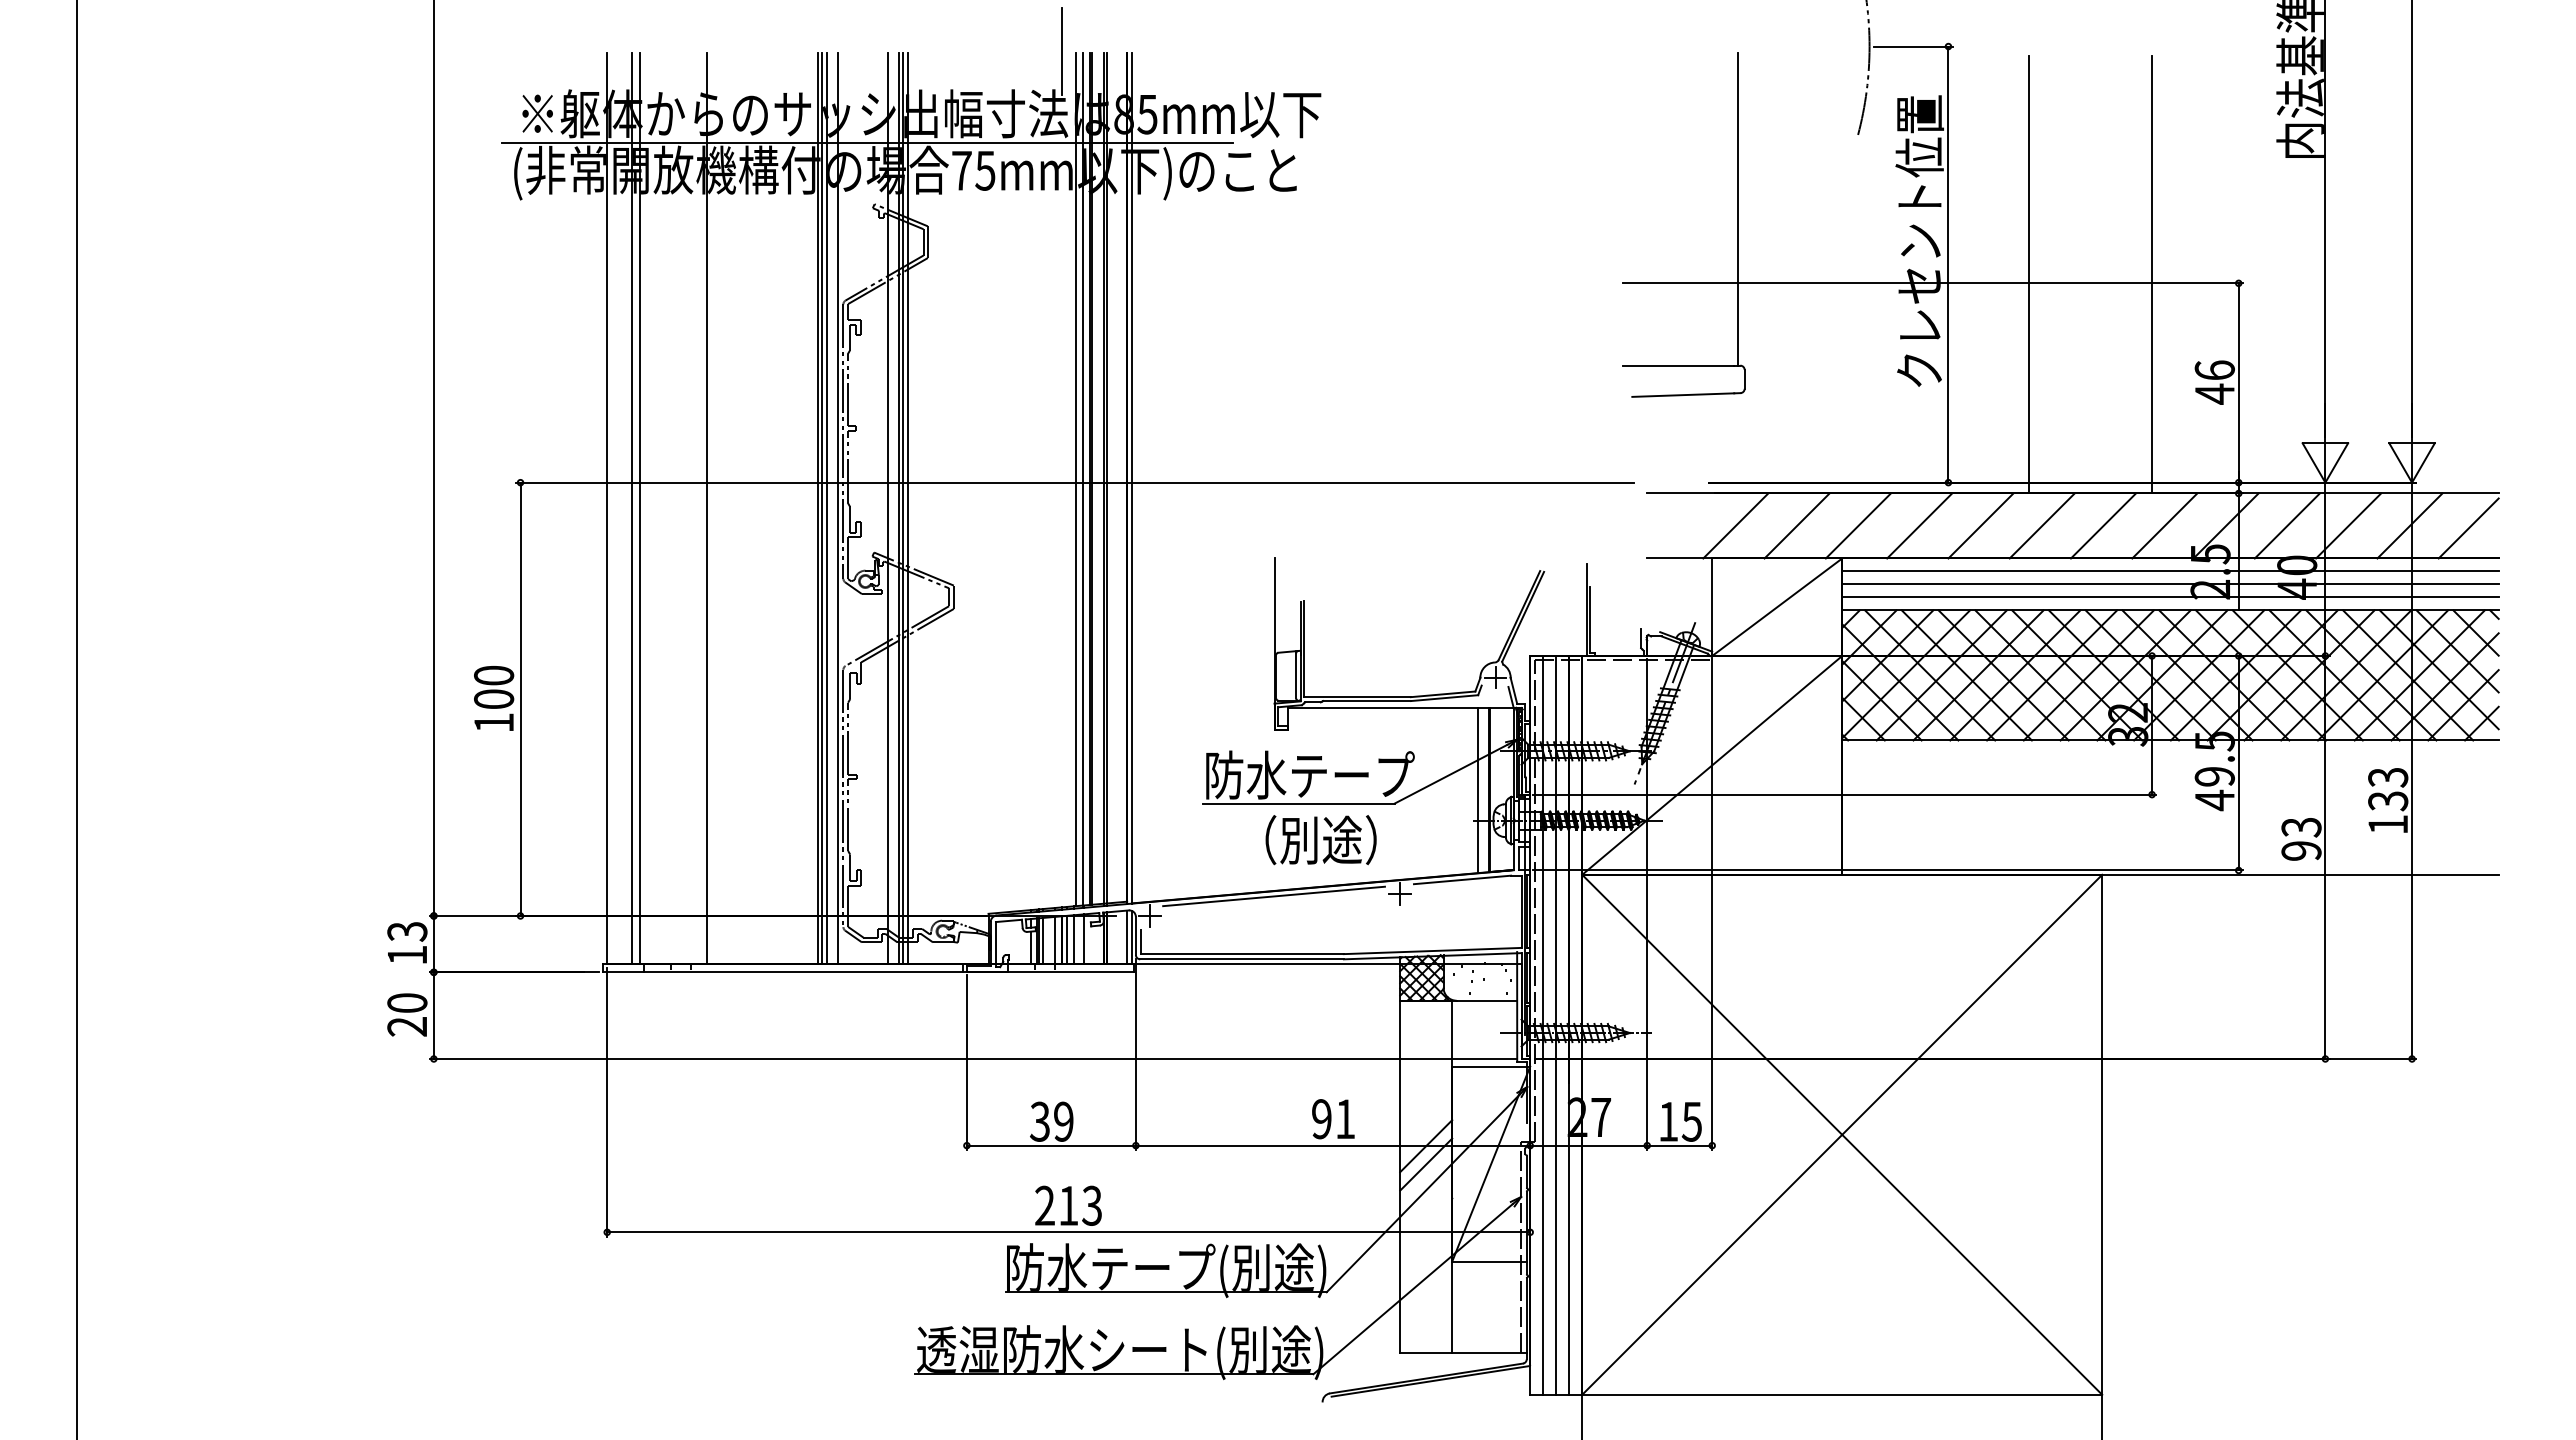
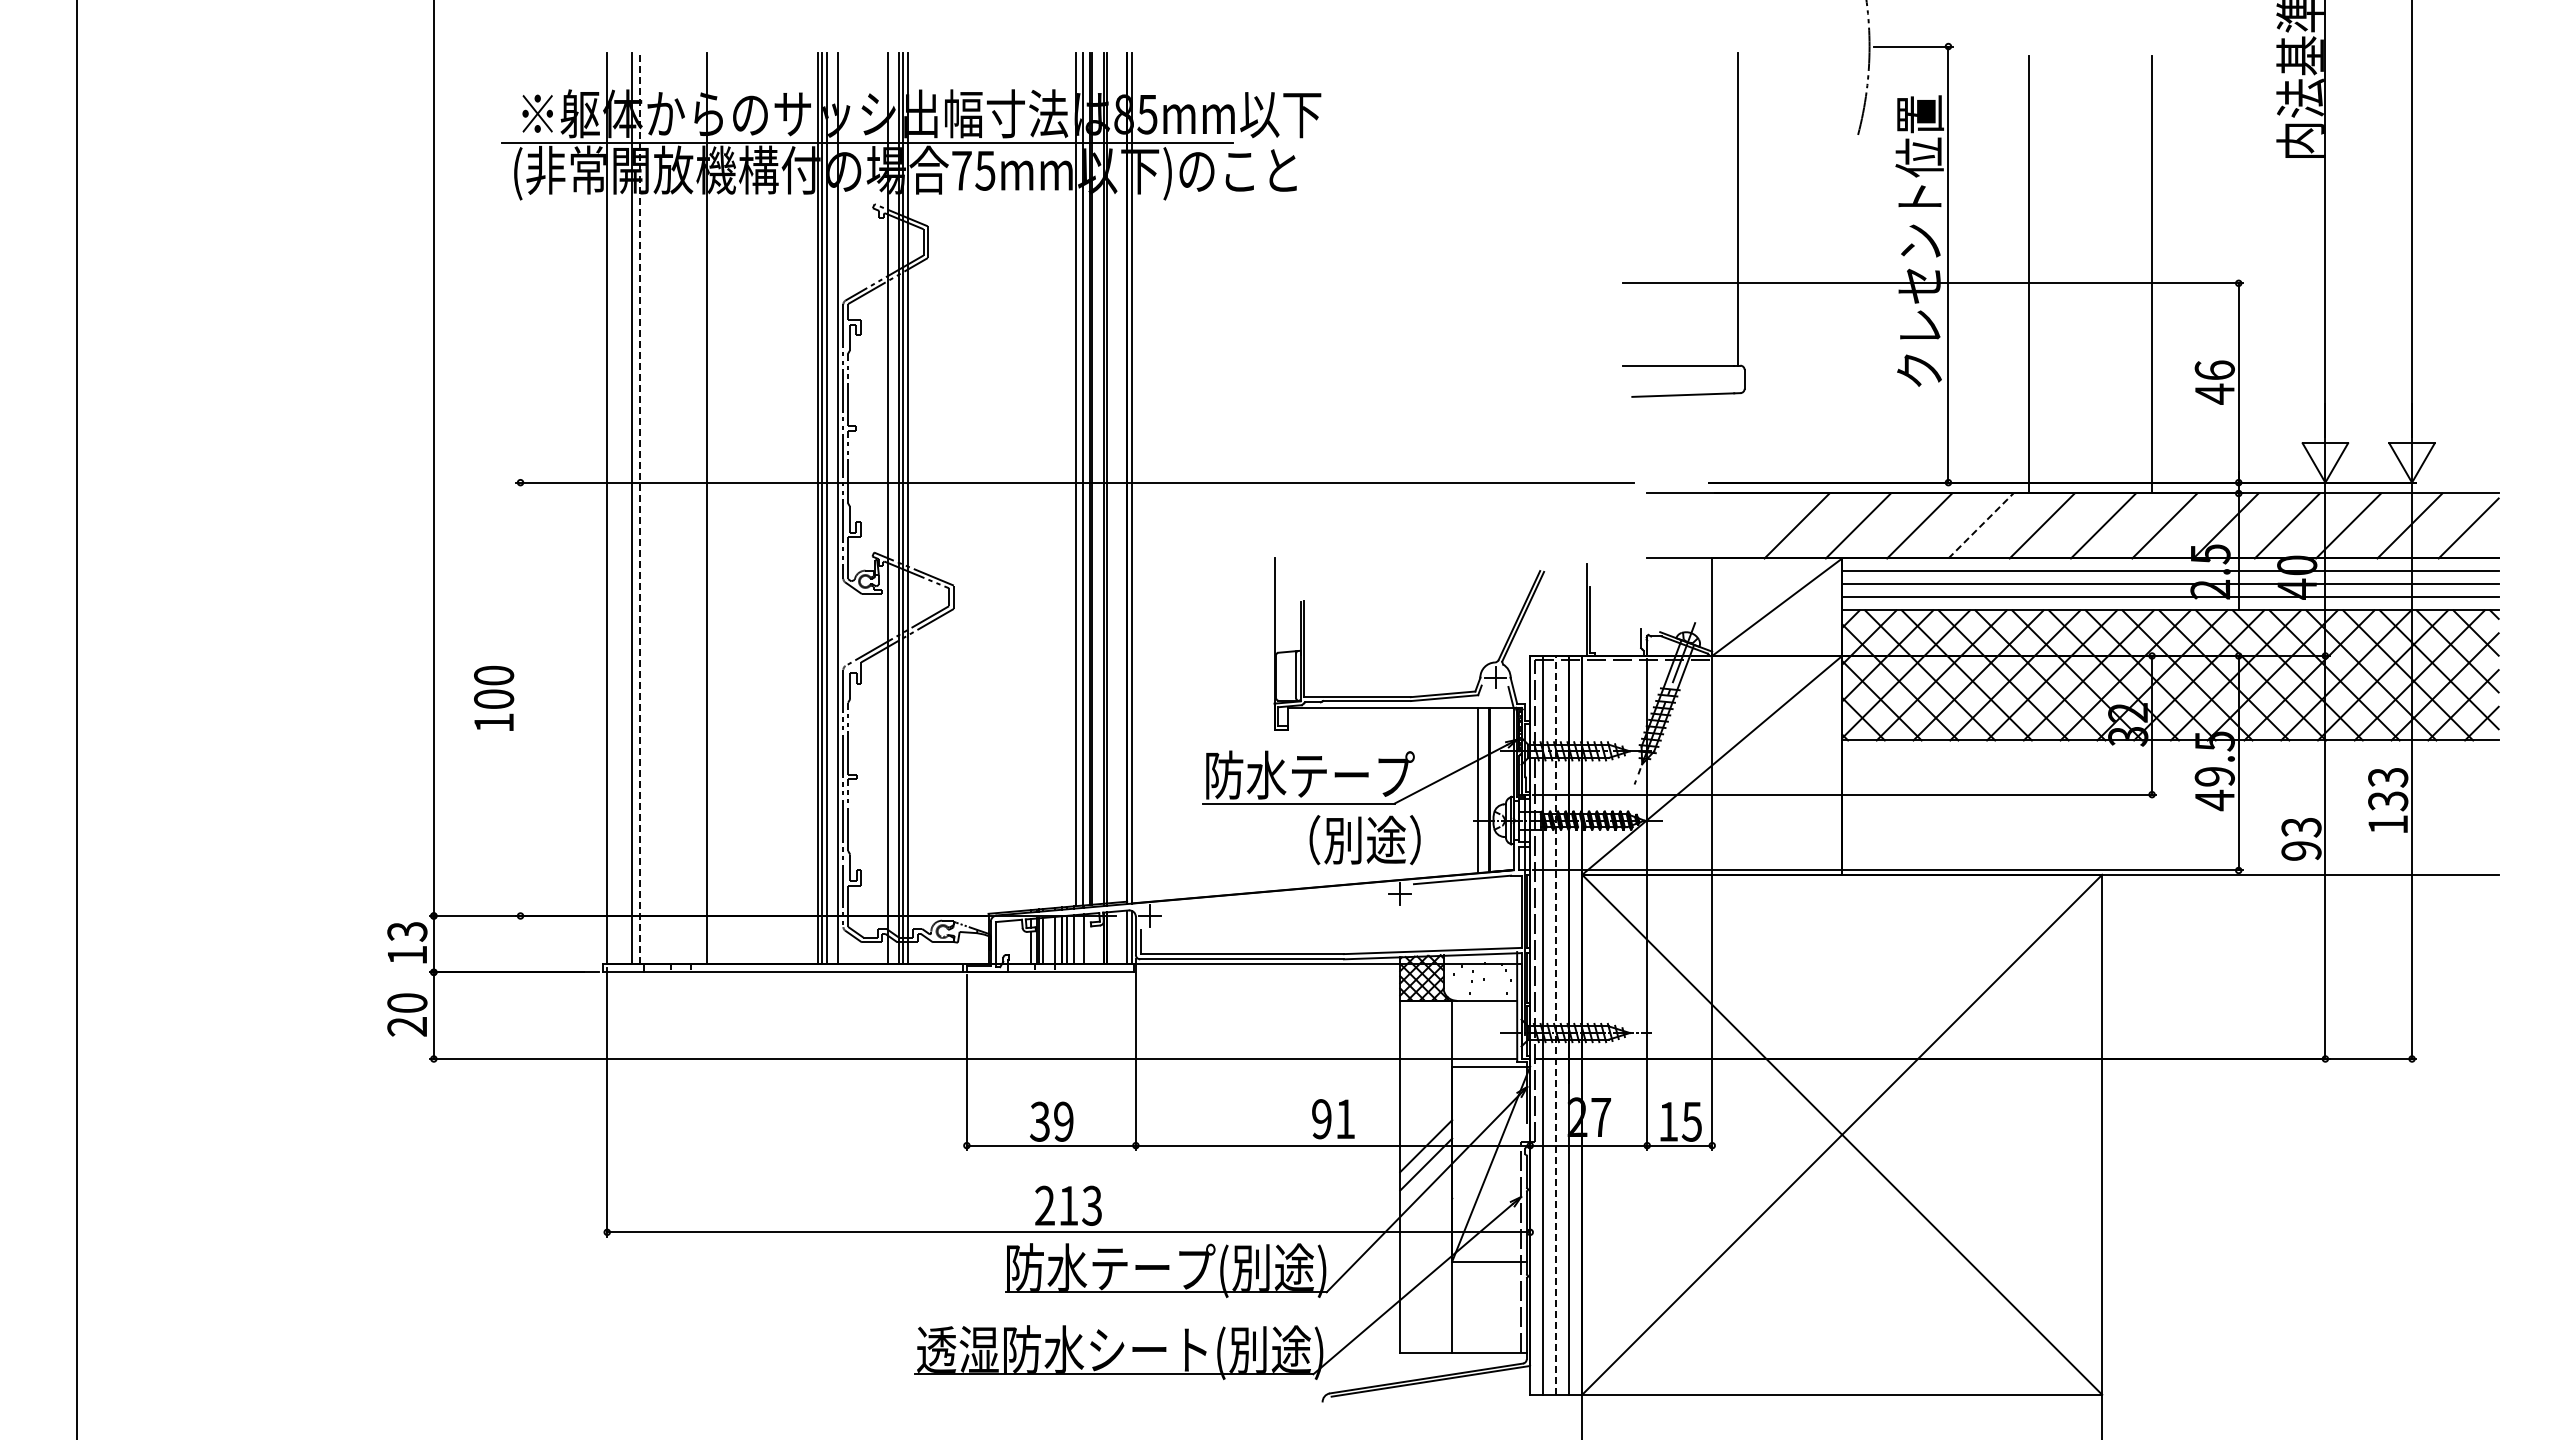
line at (1062, 51): present -> none
line at (639, 508): solid -> dashed
line at (1735, 525): present -> none
line at (1980, 525): solid -> dashed
line at (520, 698): present -> none
text at (1320, 840) position: (1320, 840) -> (1364, 840)
line at (1273, 896): present -> none
line at (1556, 1024): solid -> dashed
